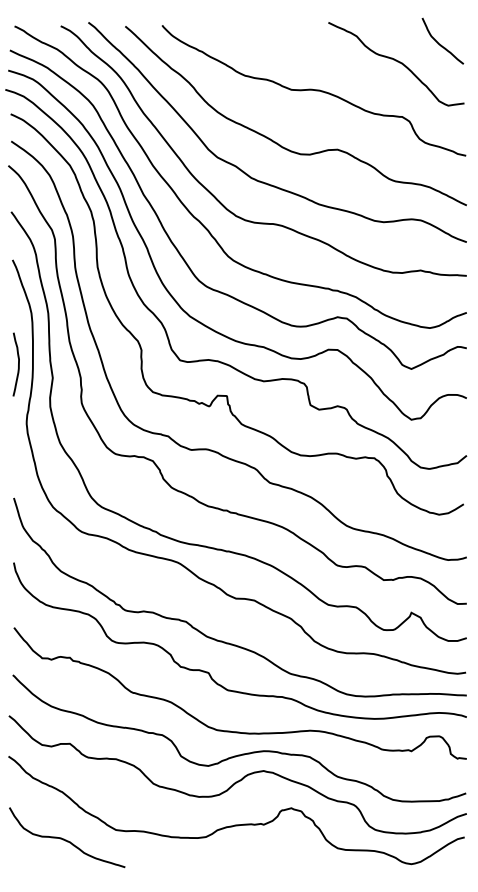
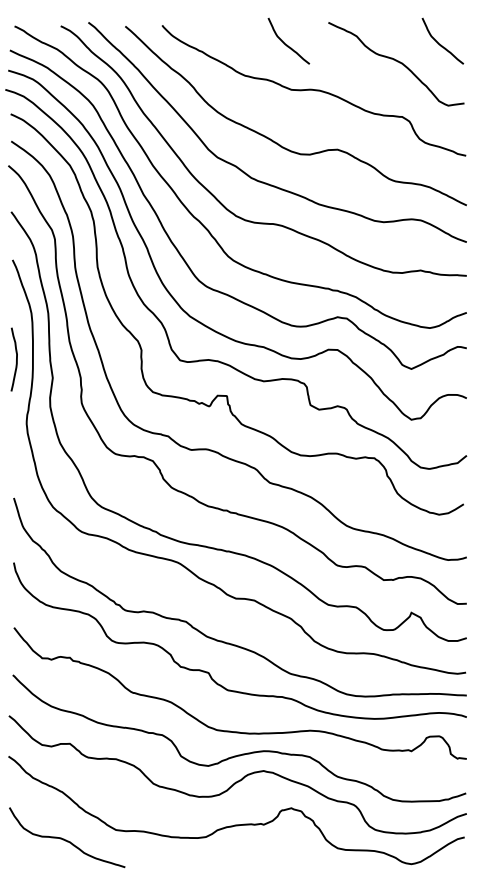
curve at (287, 44): none -> present
curve at (18, 364) position: (18, 364) -> (16, 359)
